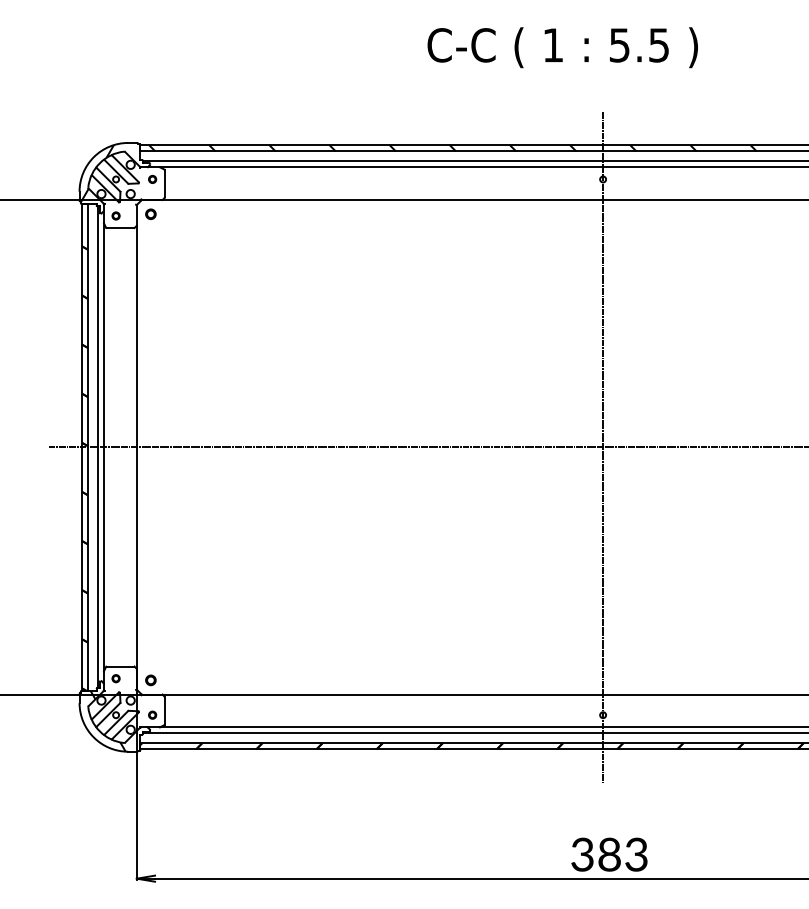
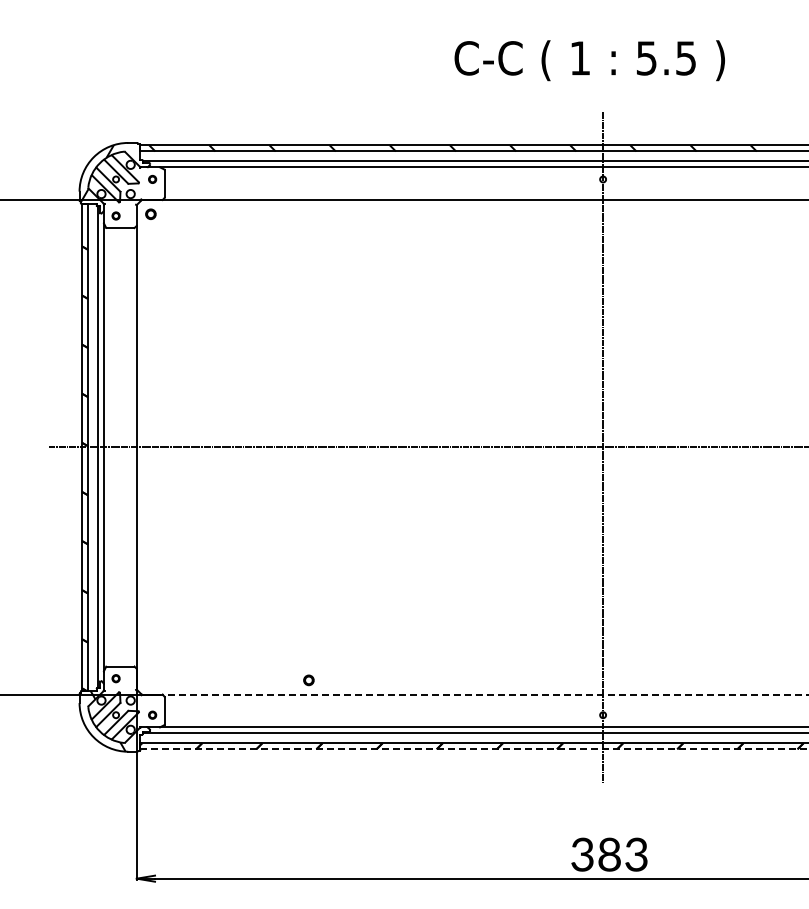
text at (562, 47) position: (562, 47) -> (589, 60)
part at (150, 680) position: (150, 680) -> (308, 680)
line at (485, 694): solid -> dashed
line at (475, 749): solid -> dashed
